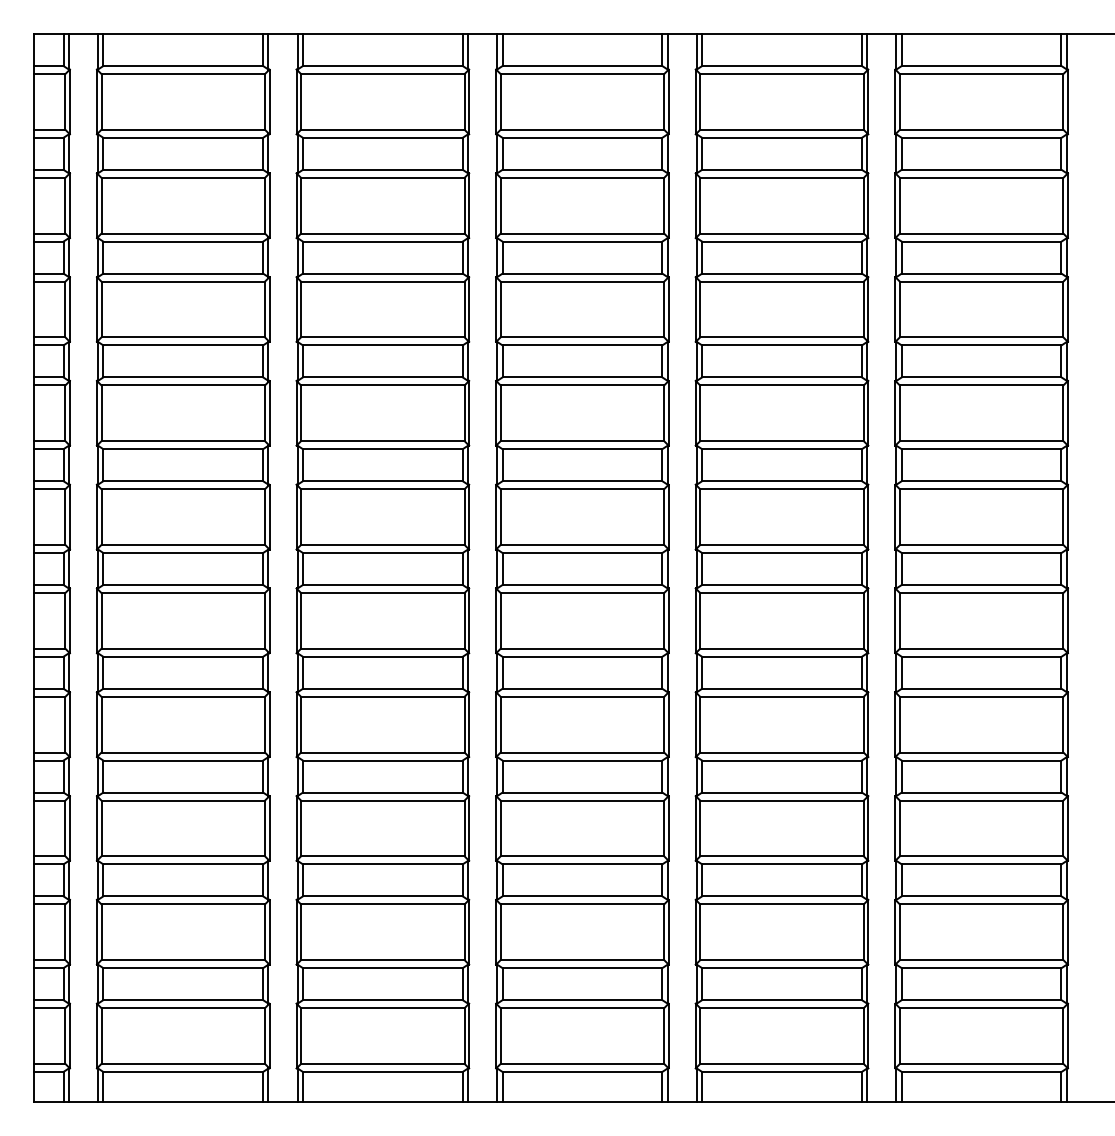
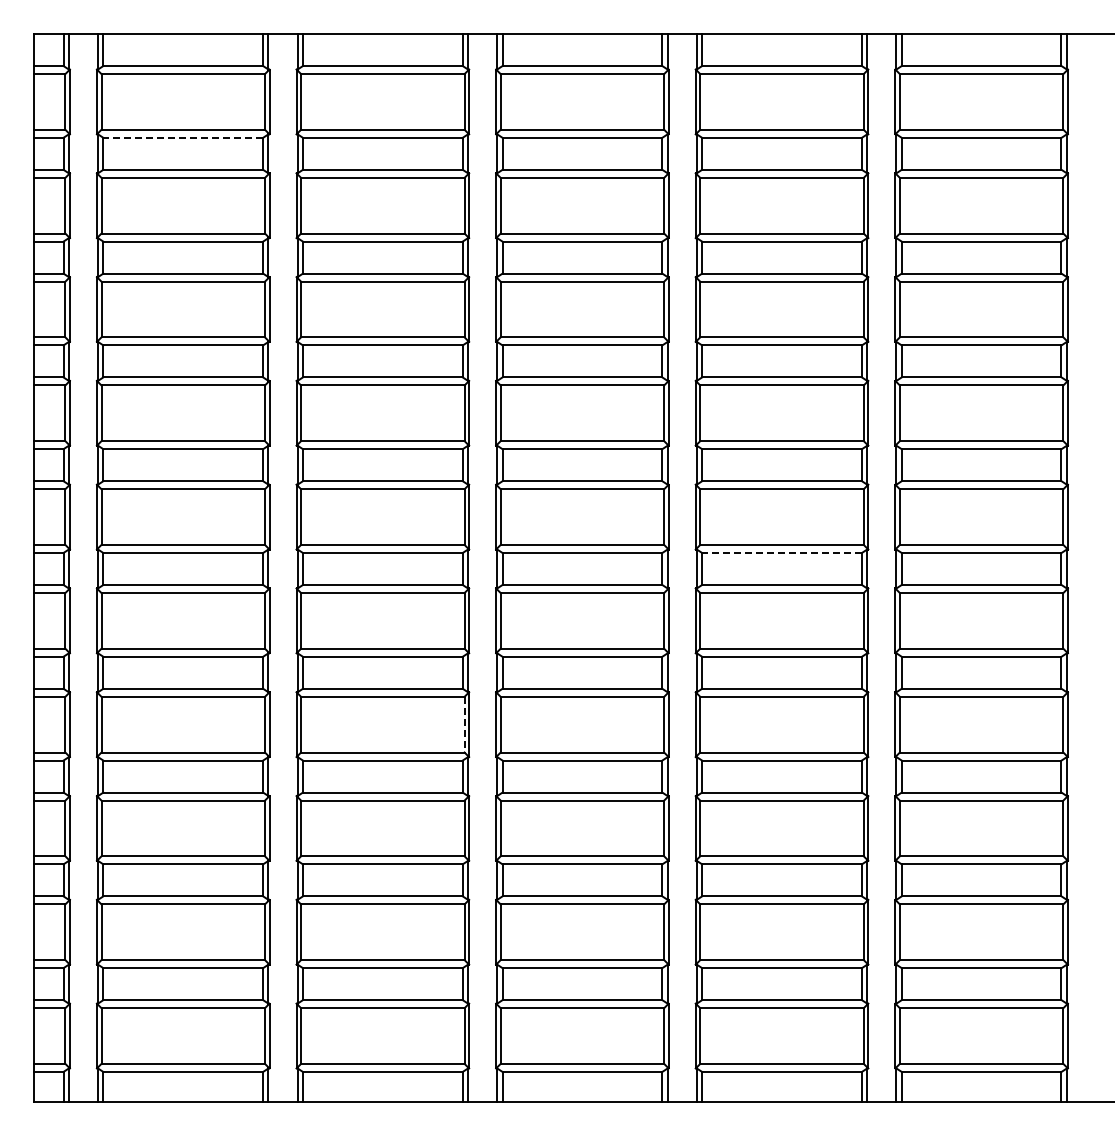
line at (183, 137): solid -> dashed
line at (782, 553): solid -> dashed
line at (464, 724): solid -> dashed
